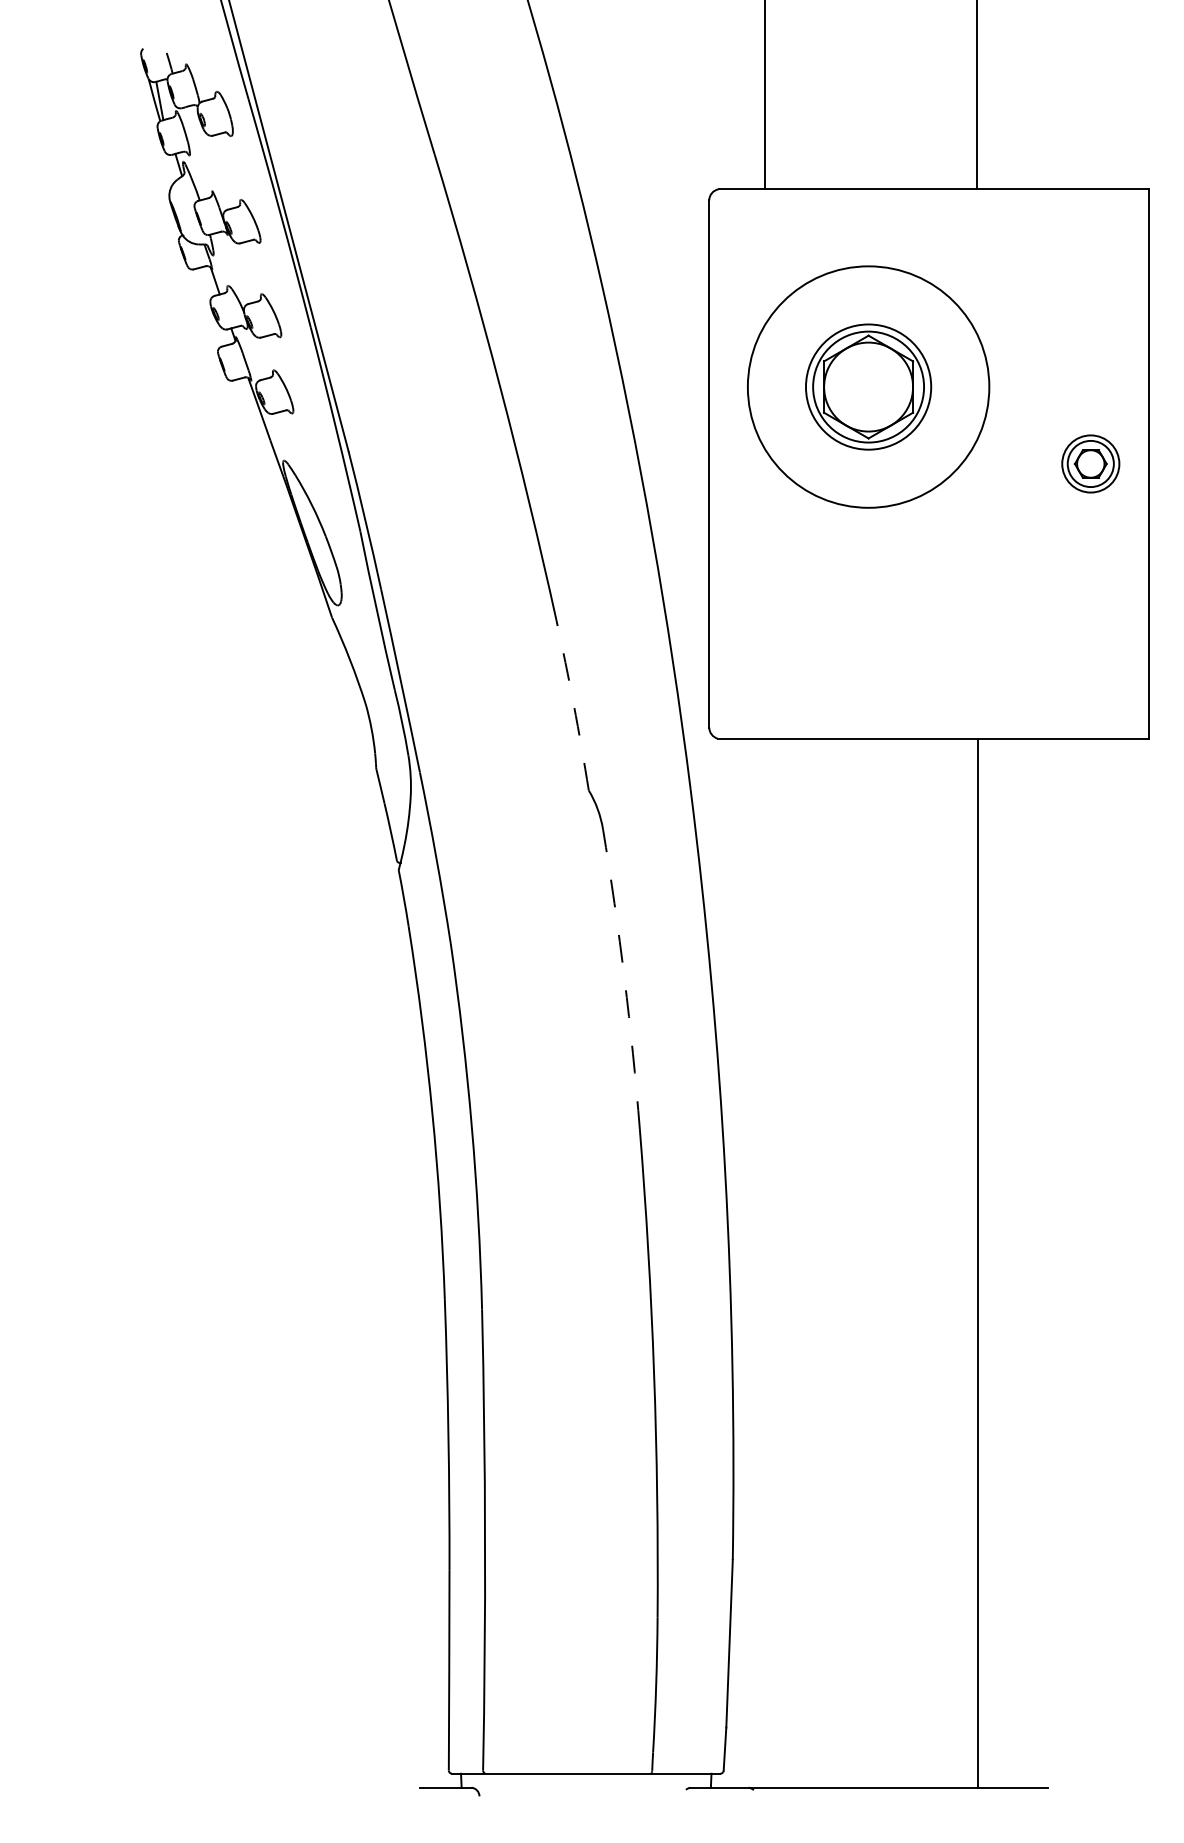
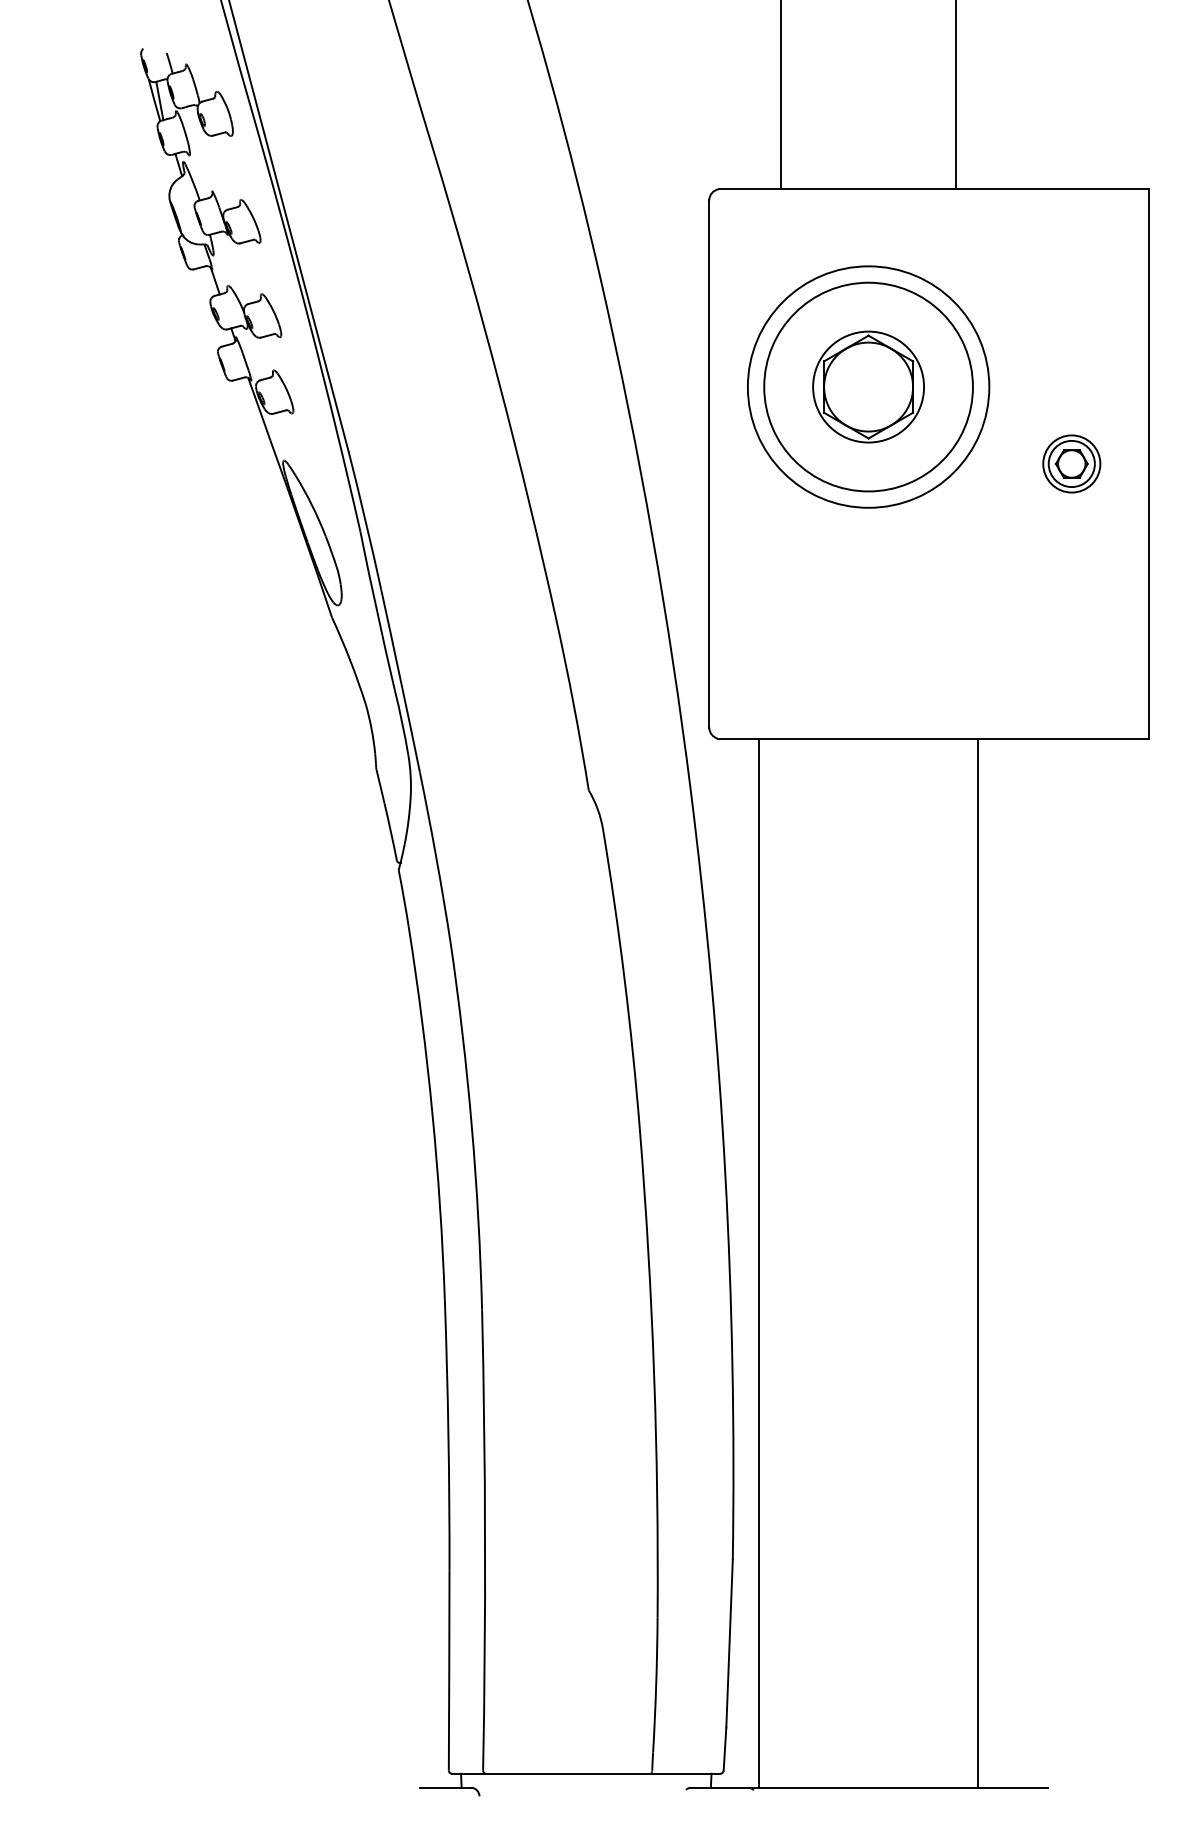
line at (764, 95) position: (764, 95) -> (780, 95)
line at (977, 95) position: (977, 95) -> (956, 95)
circle at (868, 386) diameter: 125 px -> 209 px
part at (1090, 463) position: (1090, 463) -> (1071, 463)
arc at (573, 705): dashed -> solid
arc at (624, 978): dashed -> solid
line at (758, 1262): none -> present
